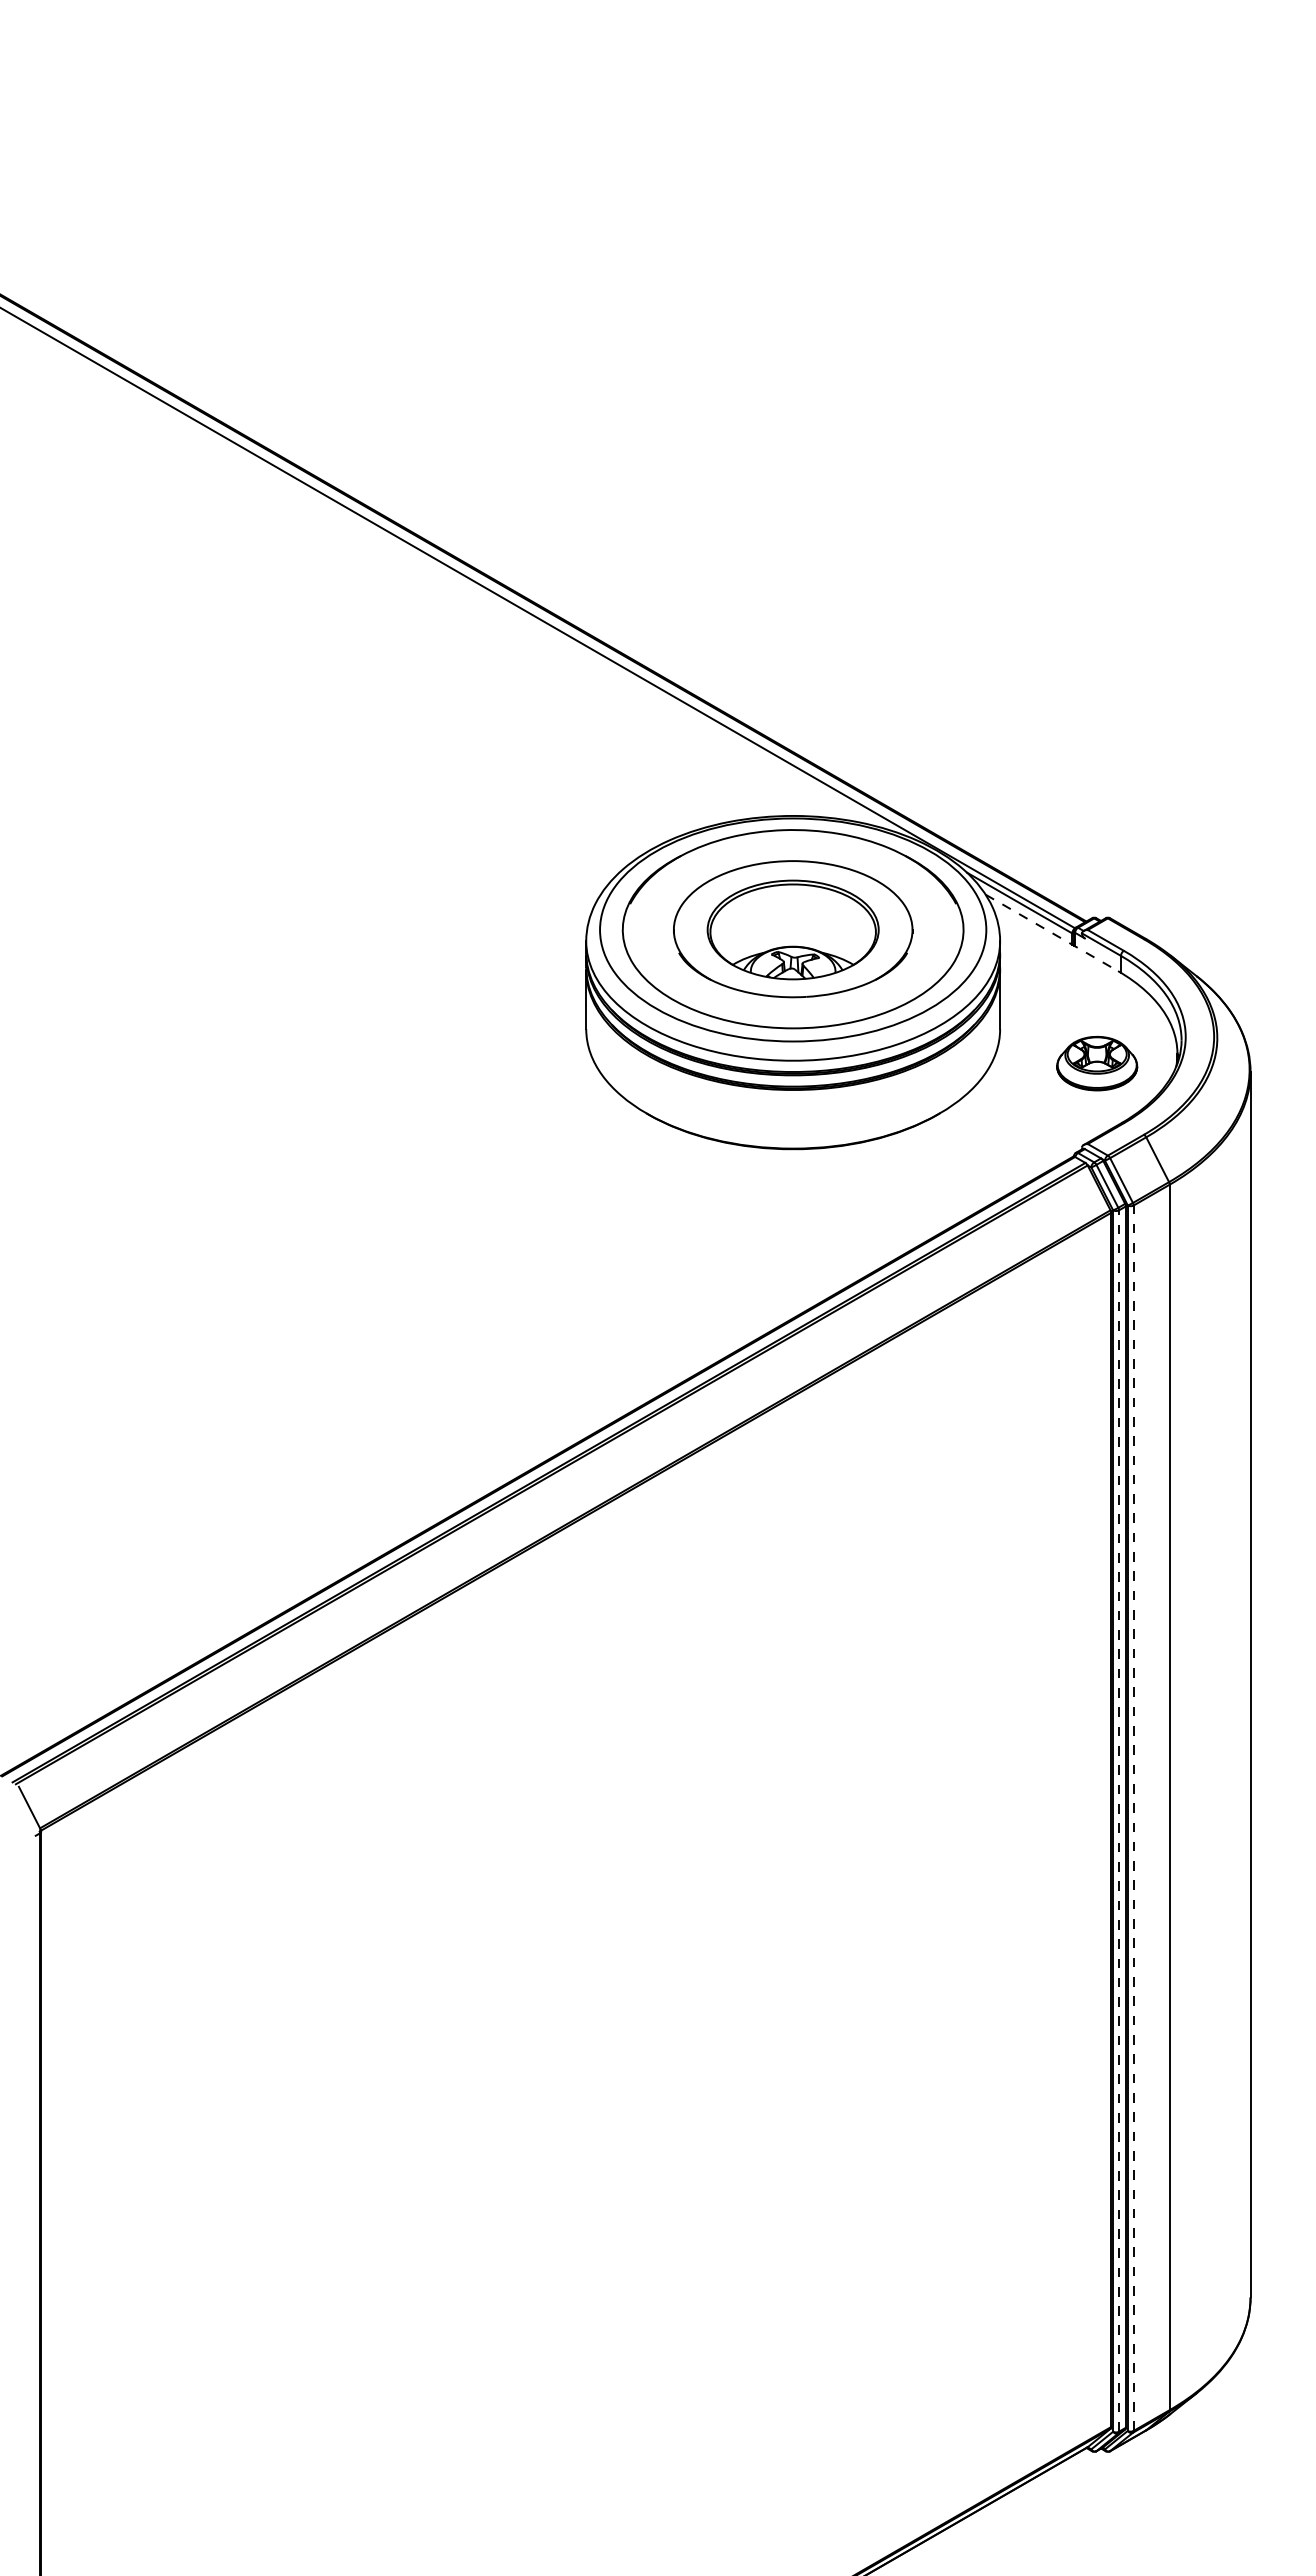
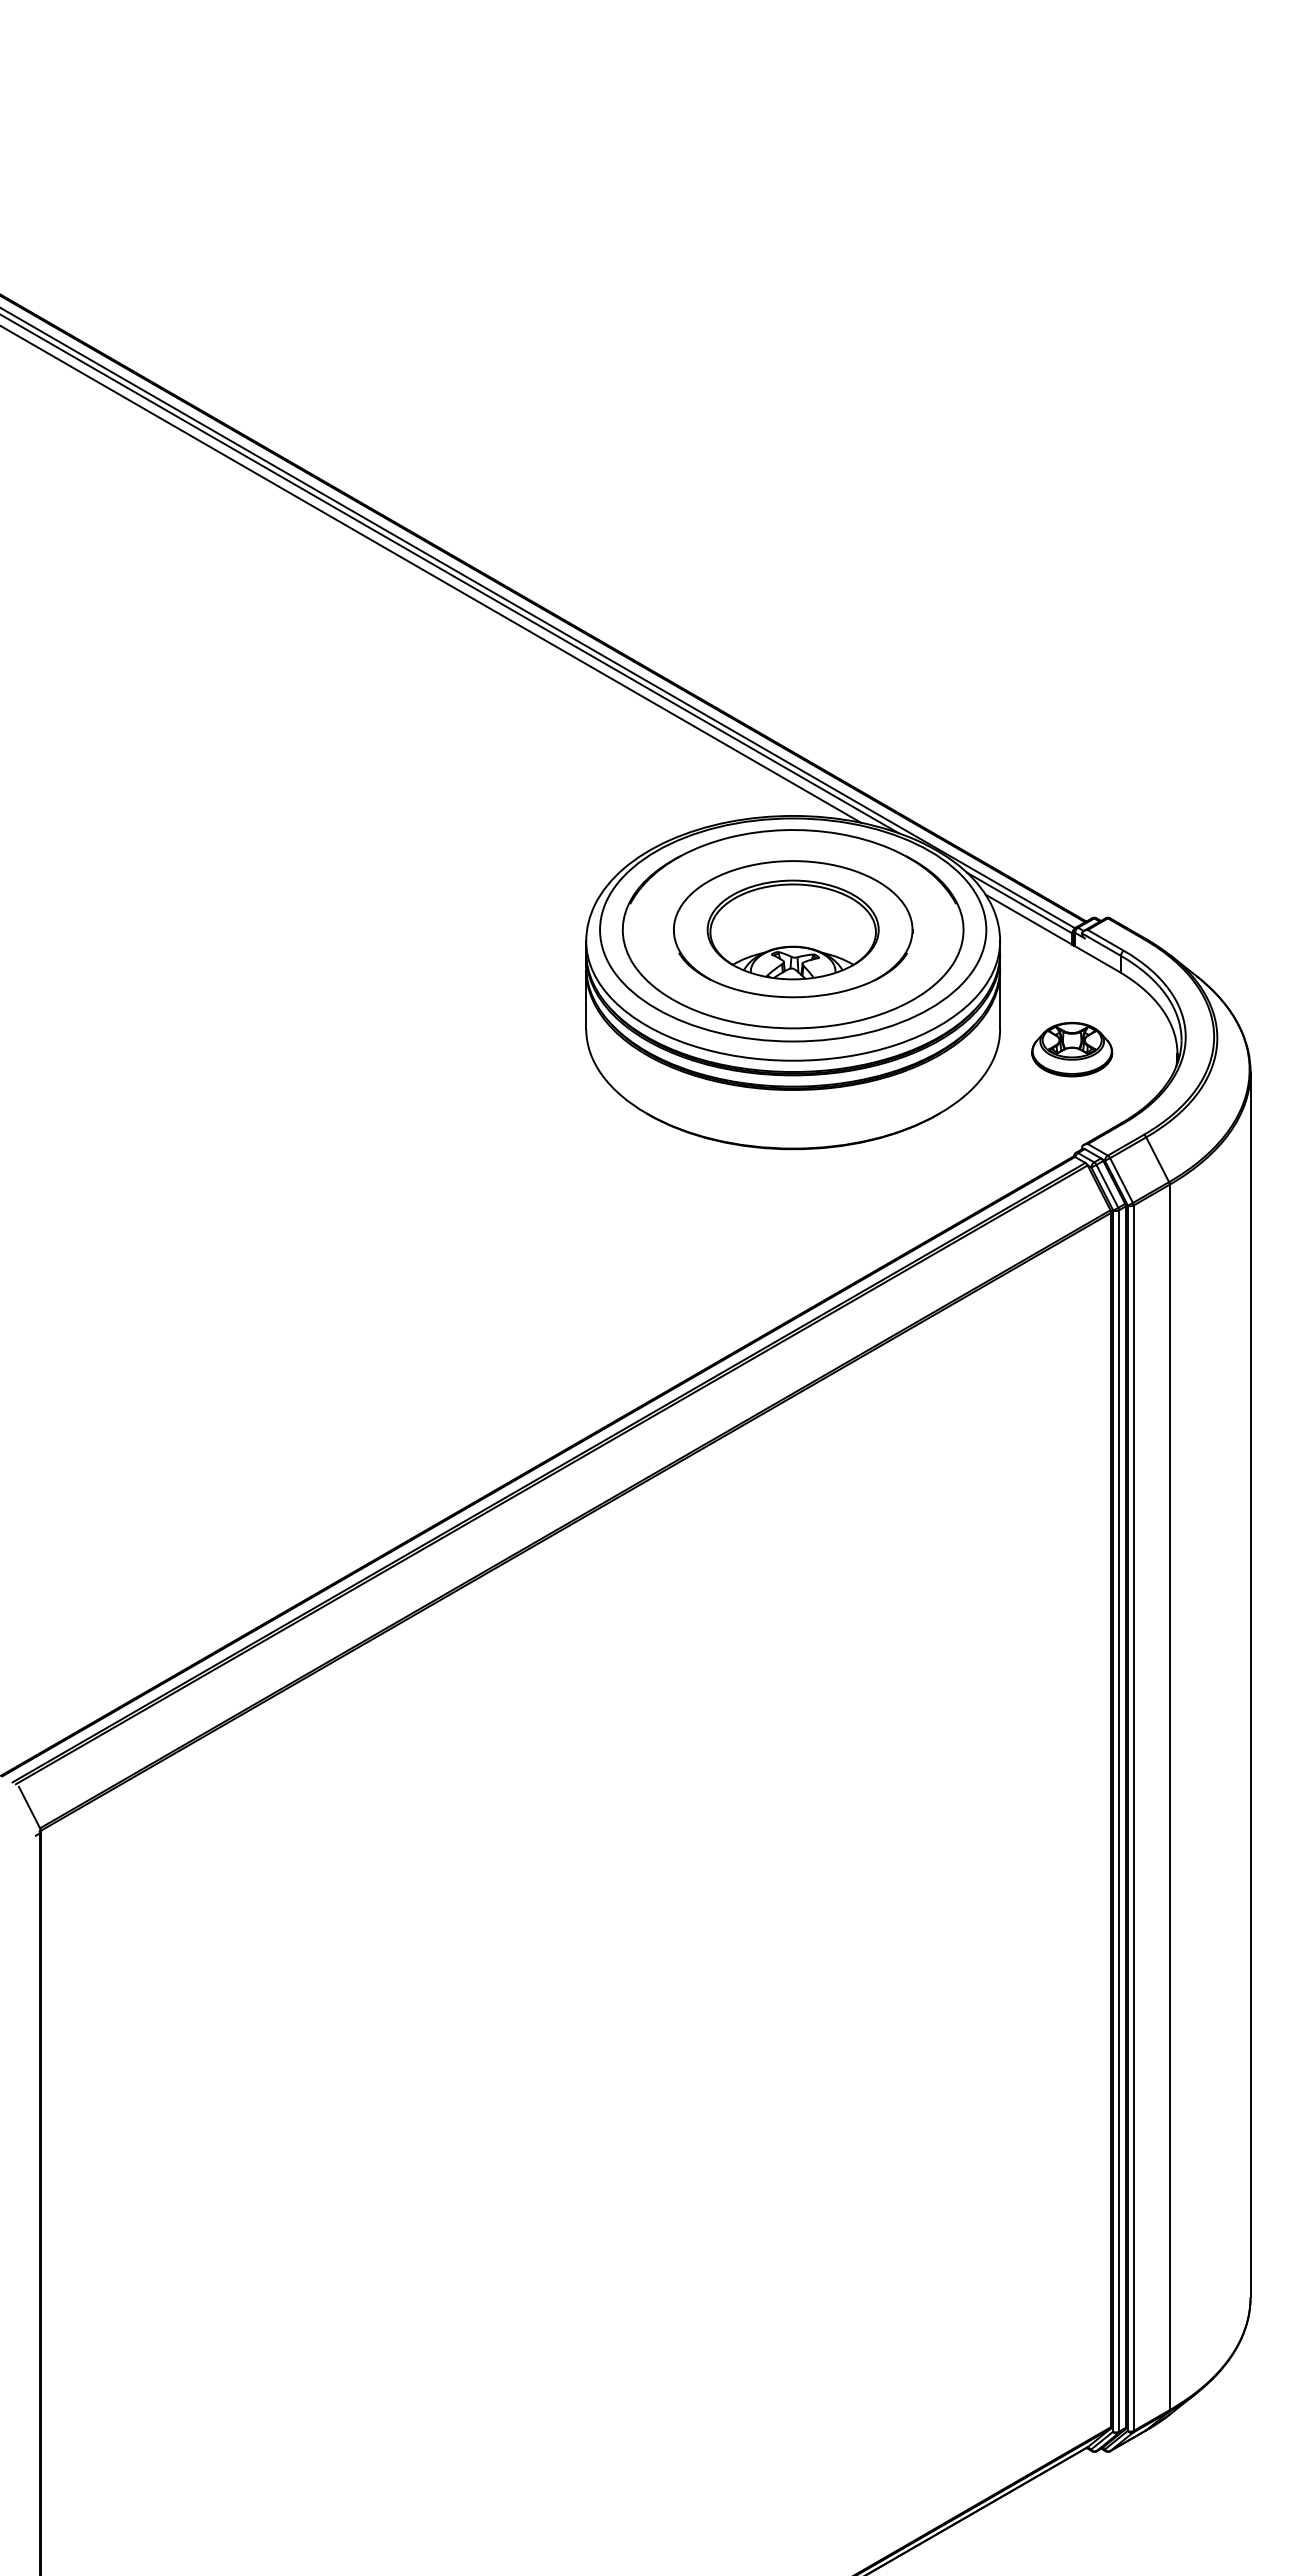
line at (431, 574): none -> present
line at (450, 574): none -> present
line at (1052, 933): dashed -> solid
part at (1097, 1063) position: (1097, 1063) -> (1072, 1049)
line at (1133, 1818): dashed -> solid
line at (1119, 1821): dashed -> solid
